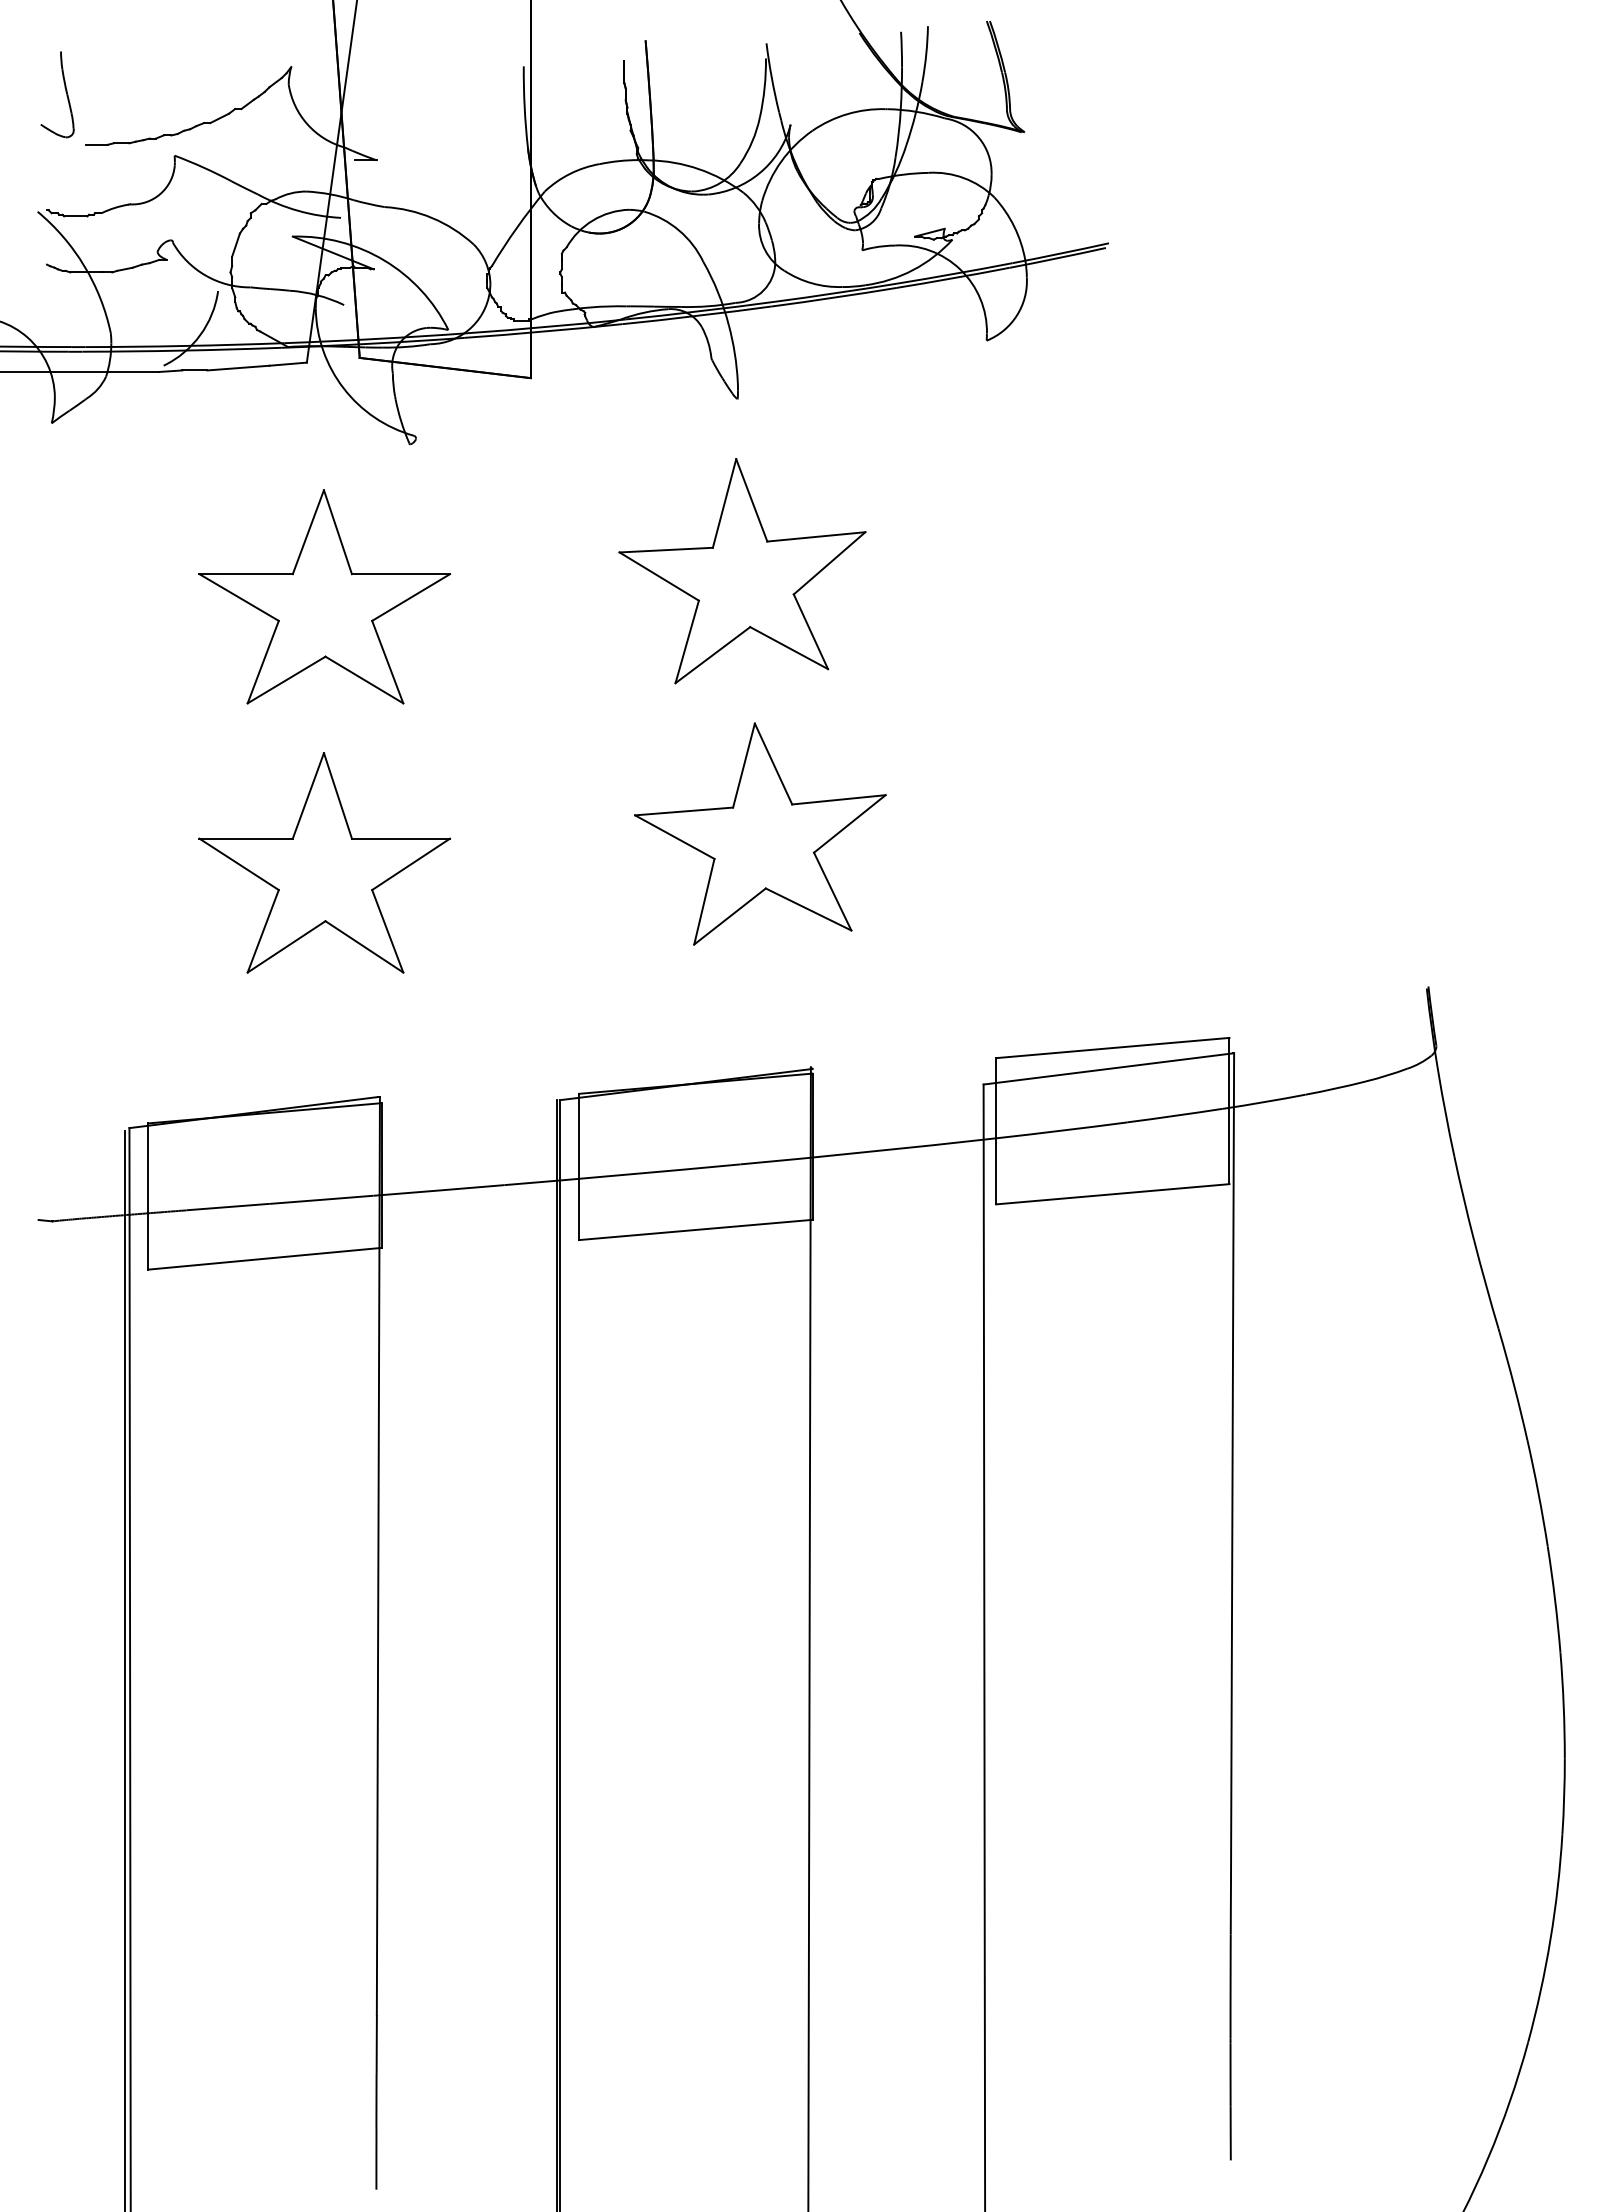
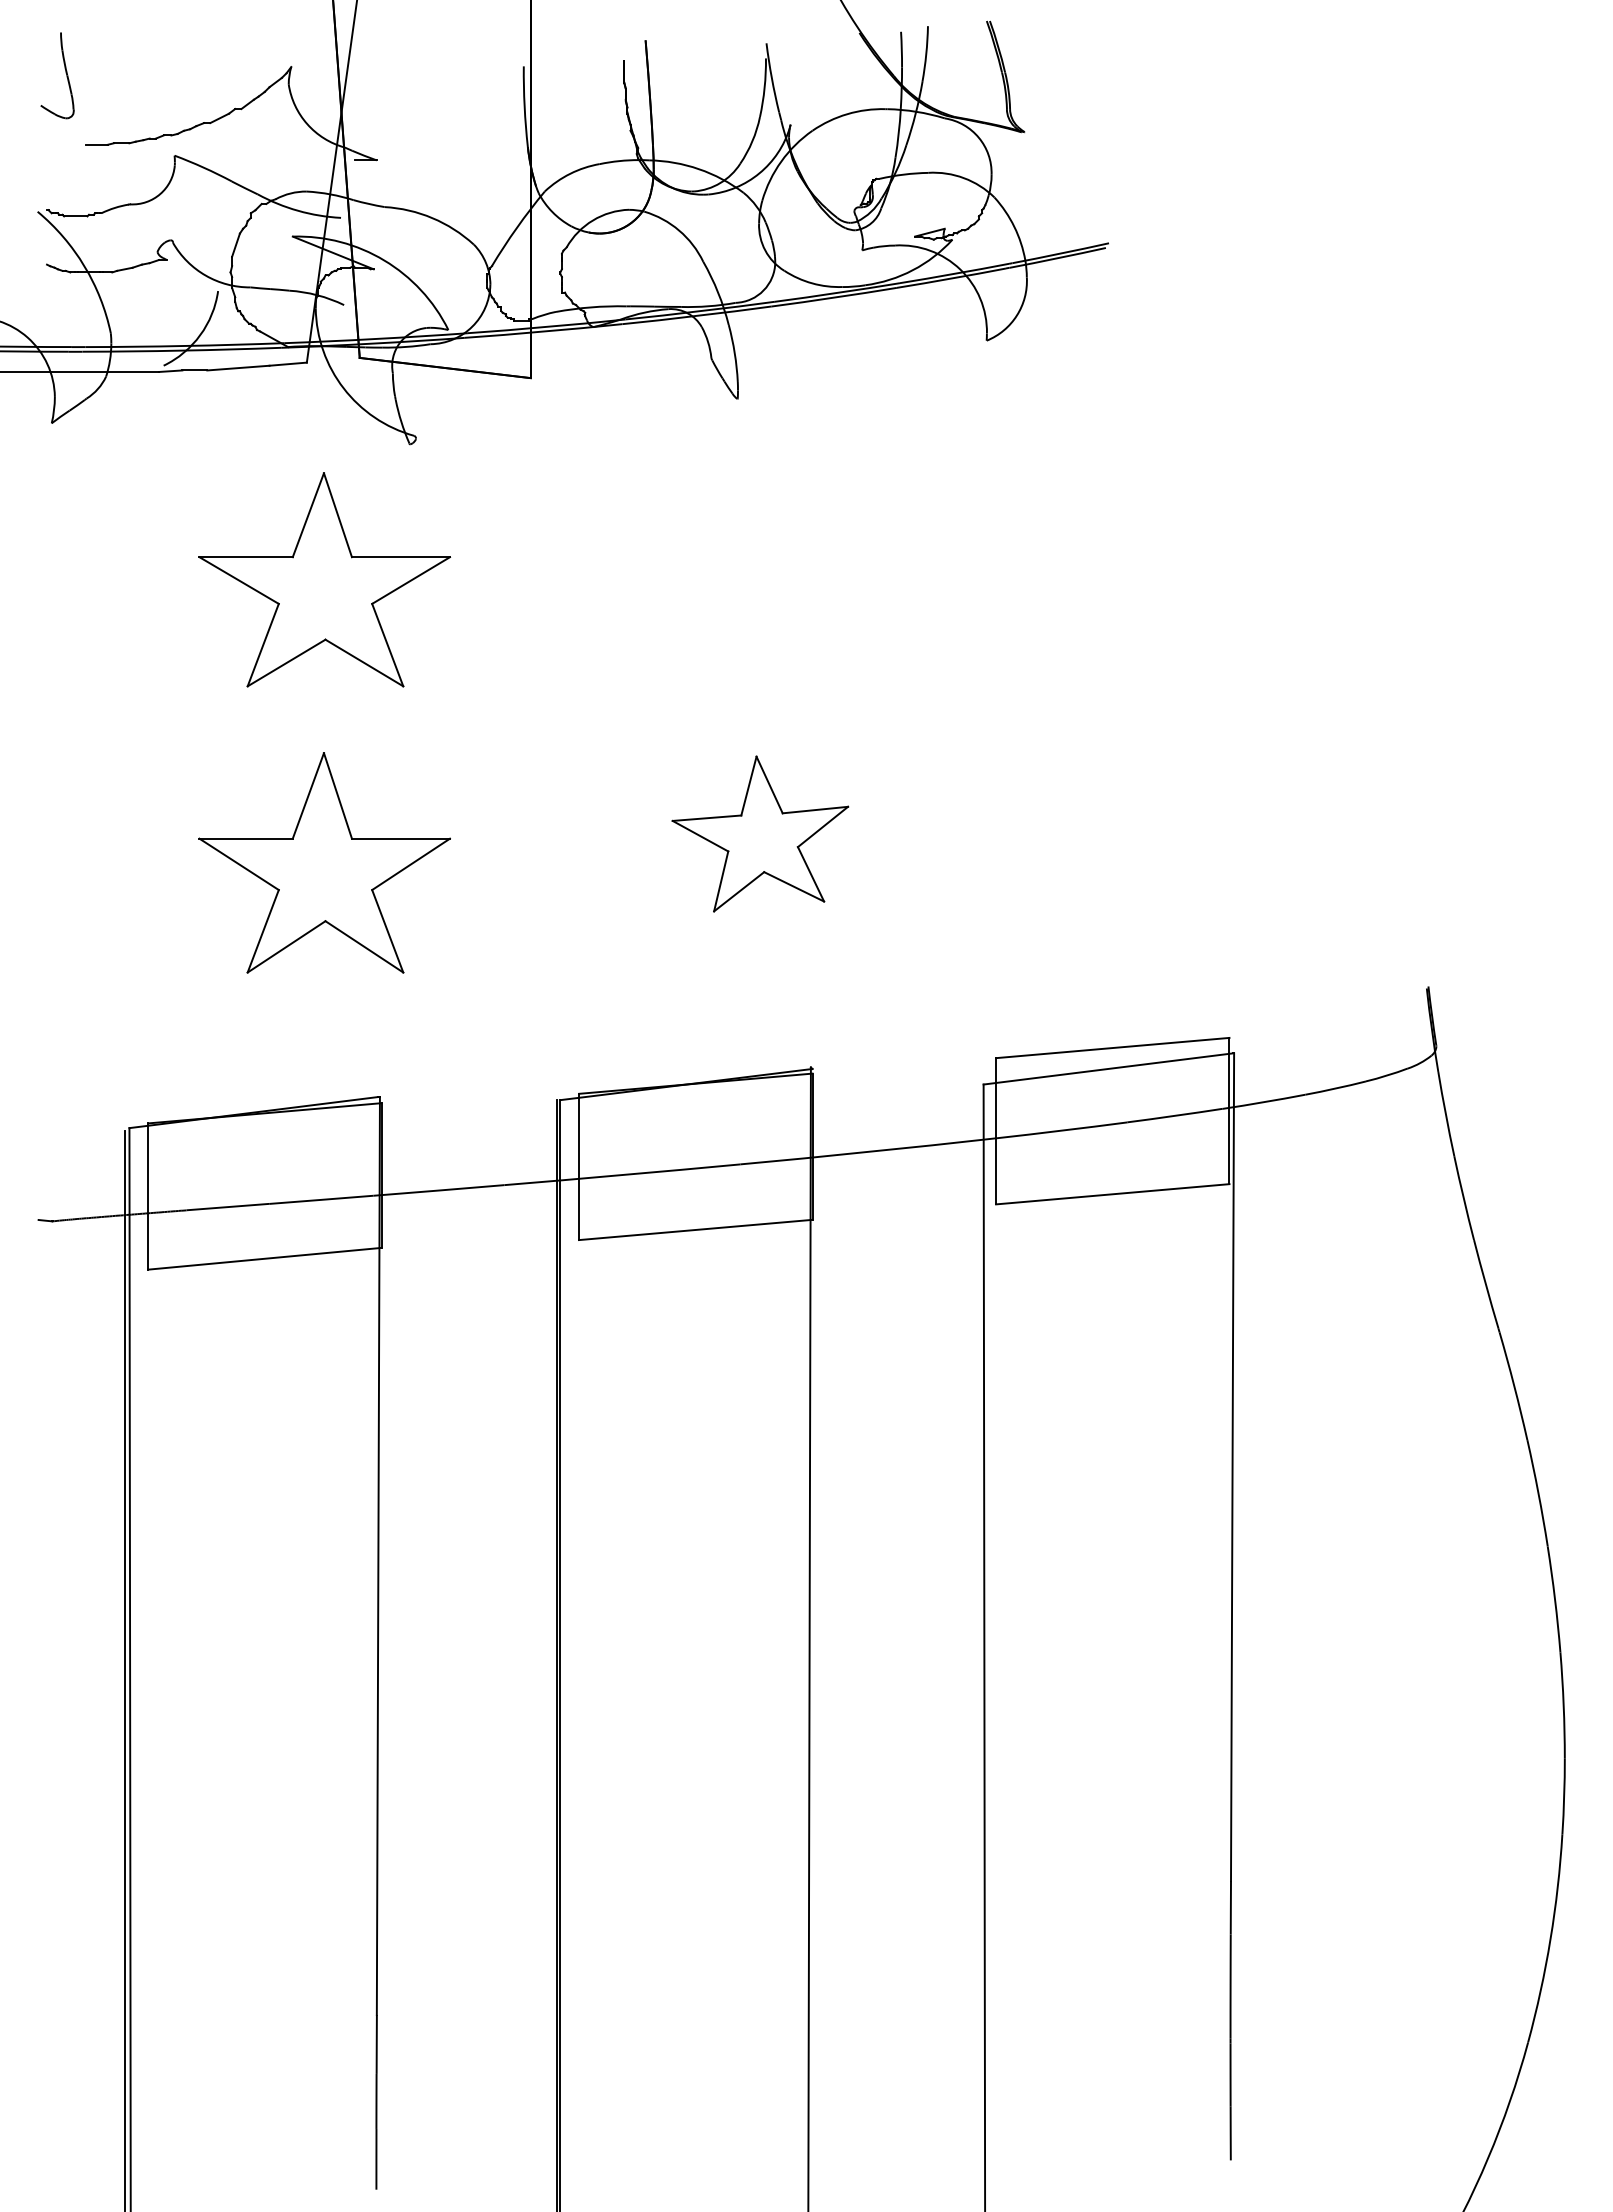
part at (65, 92) position: (65, 92) -> (65, 73)
part at (742, 571): present -> none
part at (324, 596) position: (324, 596) -> (324, 579)
part at (760, 833) size: 253x224 px -> 179x158 px
